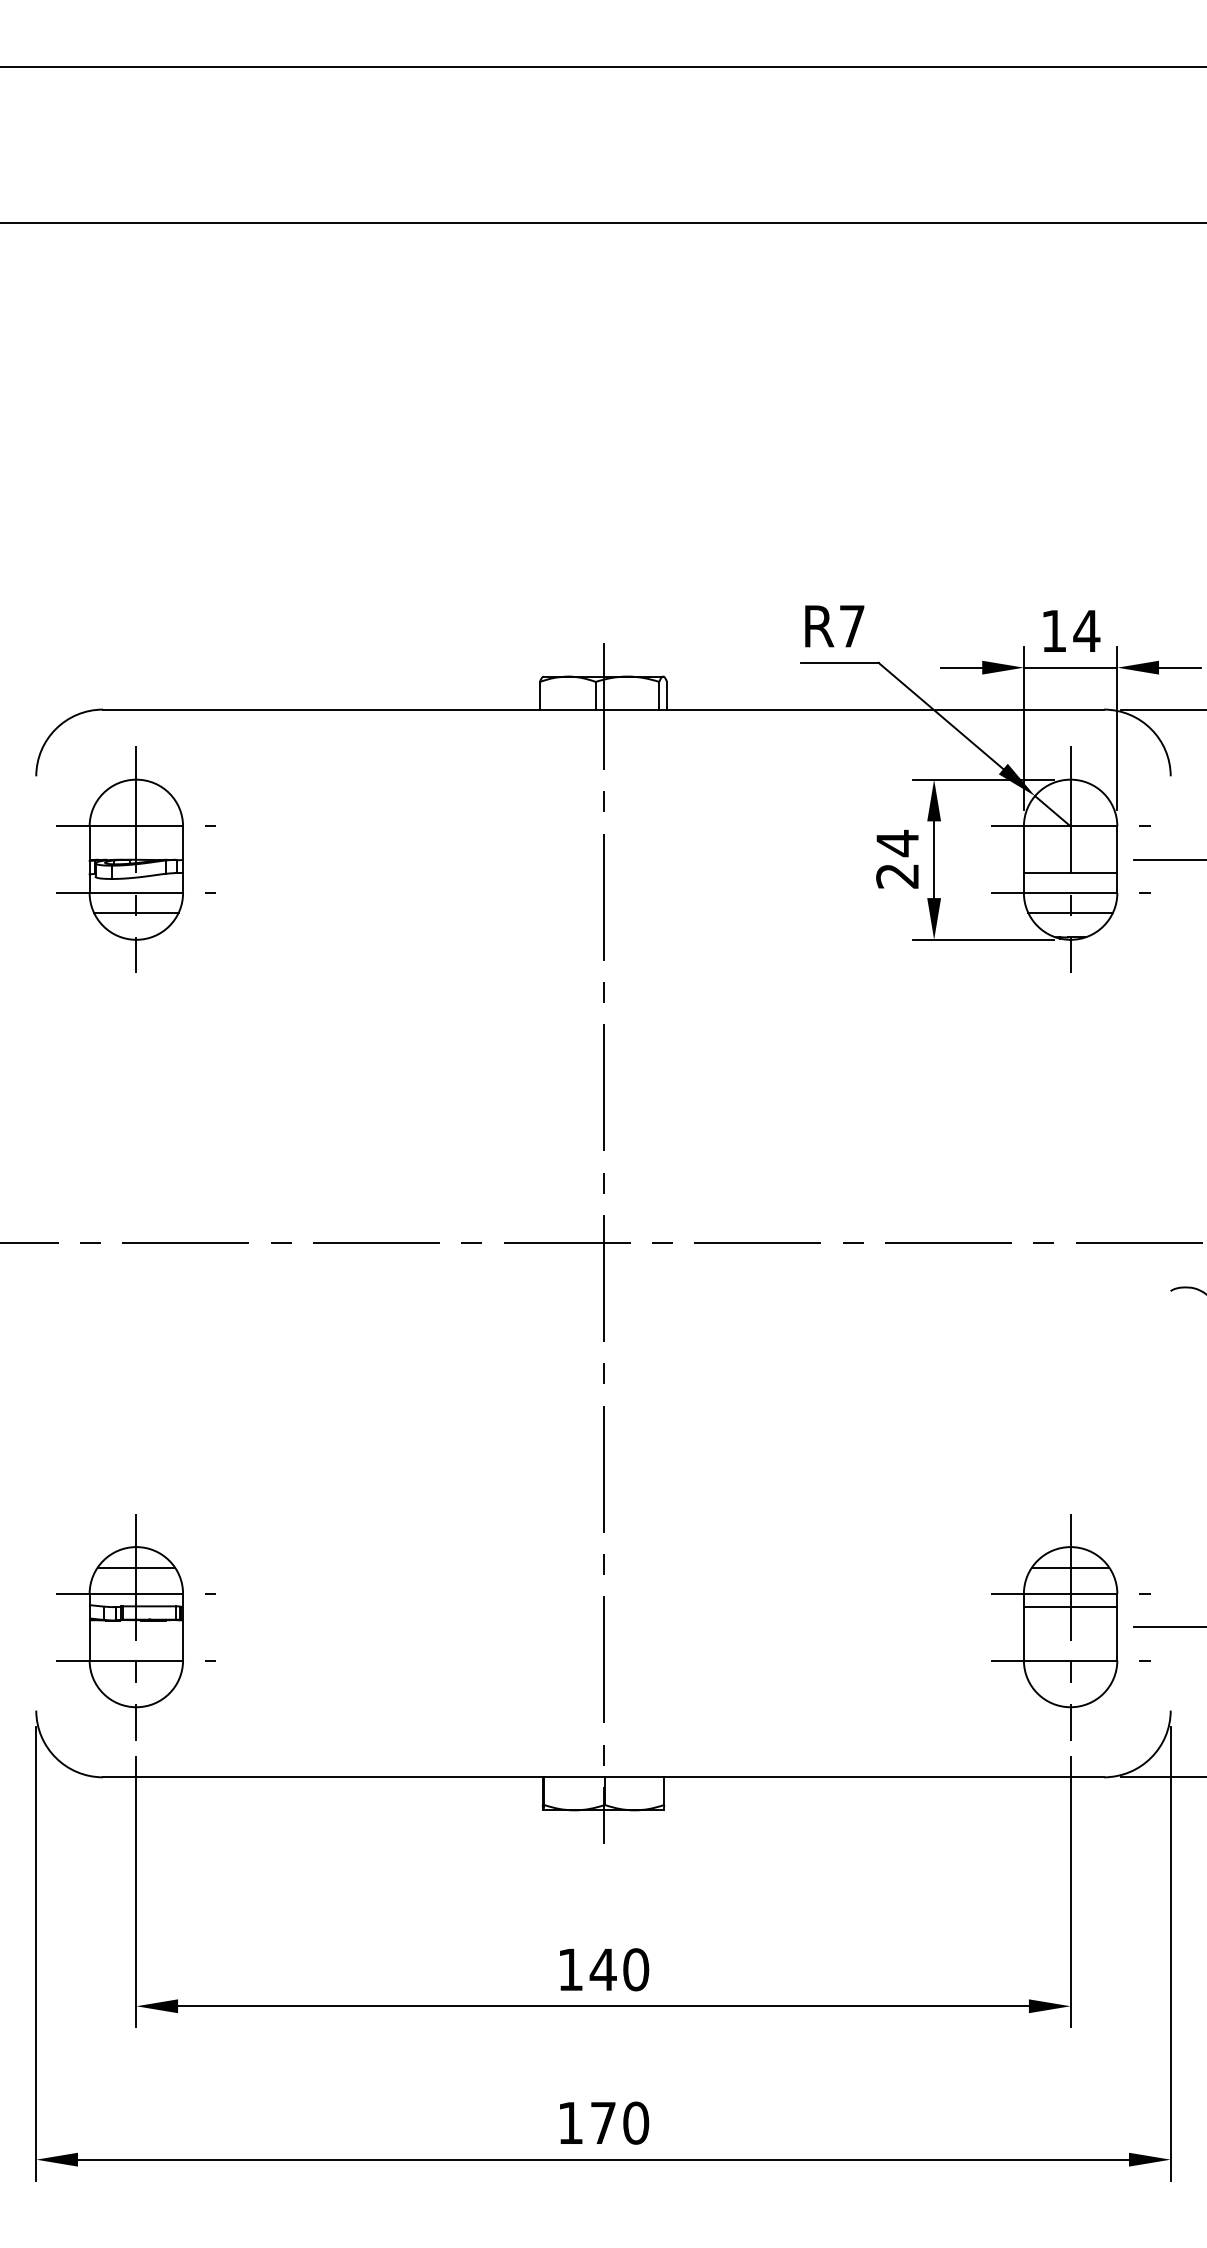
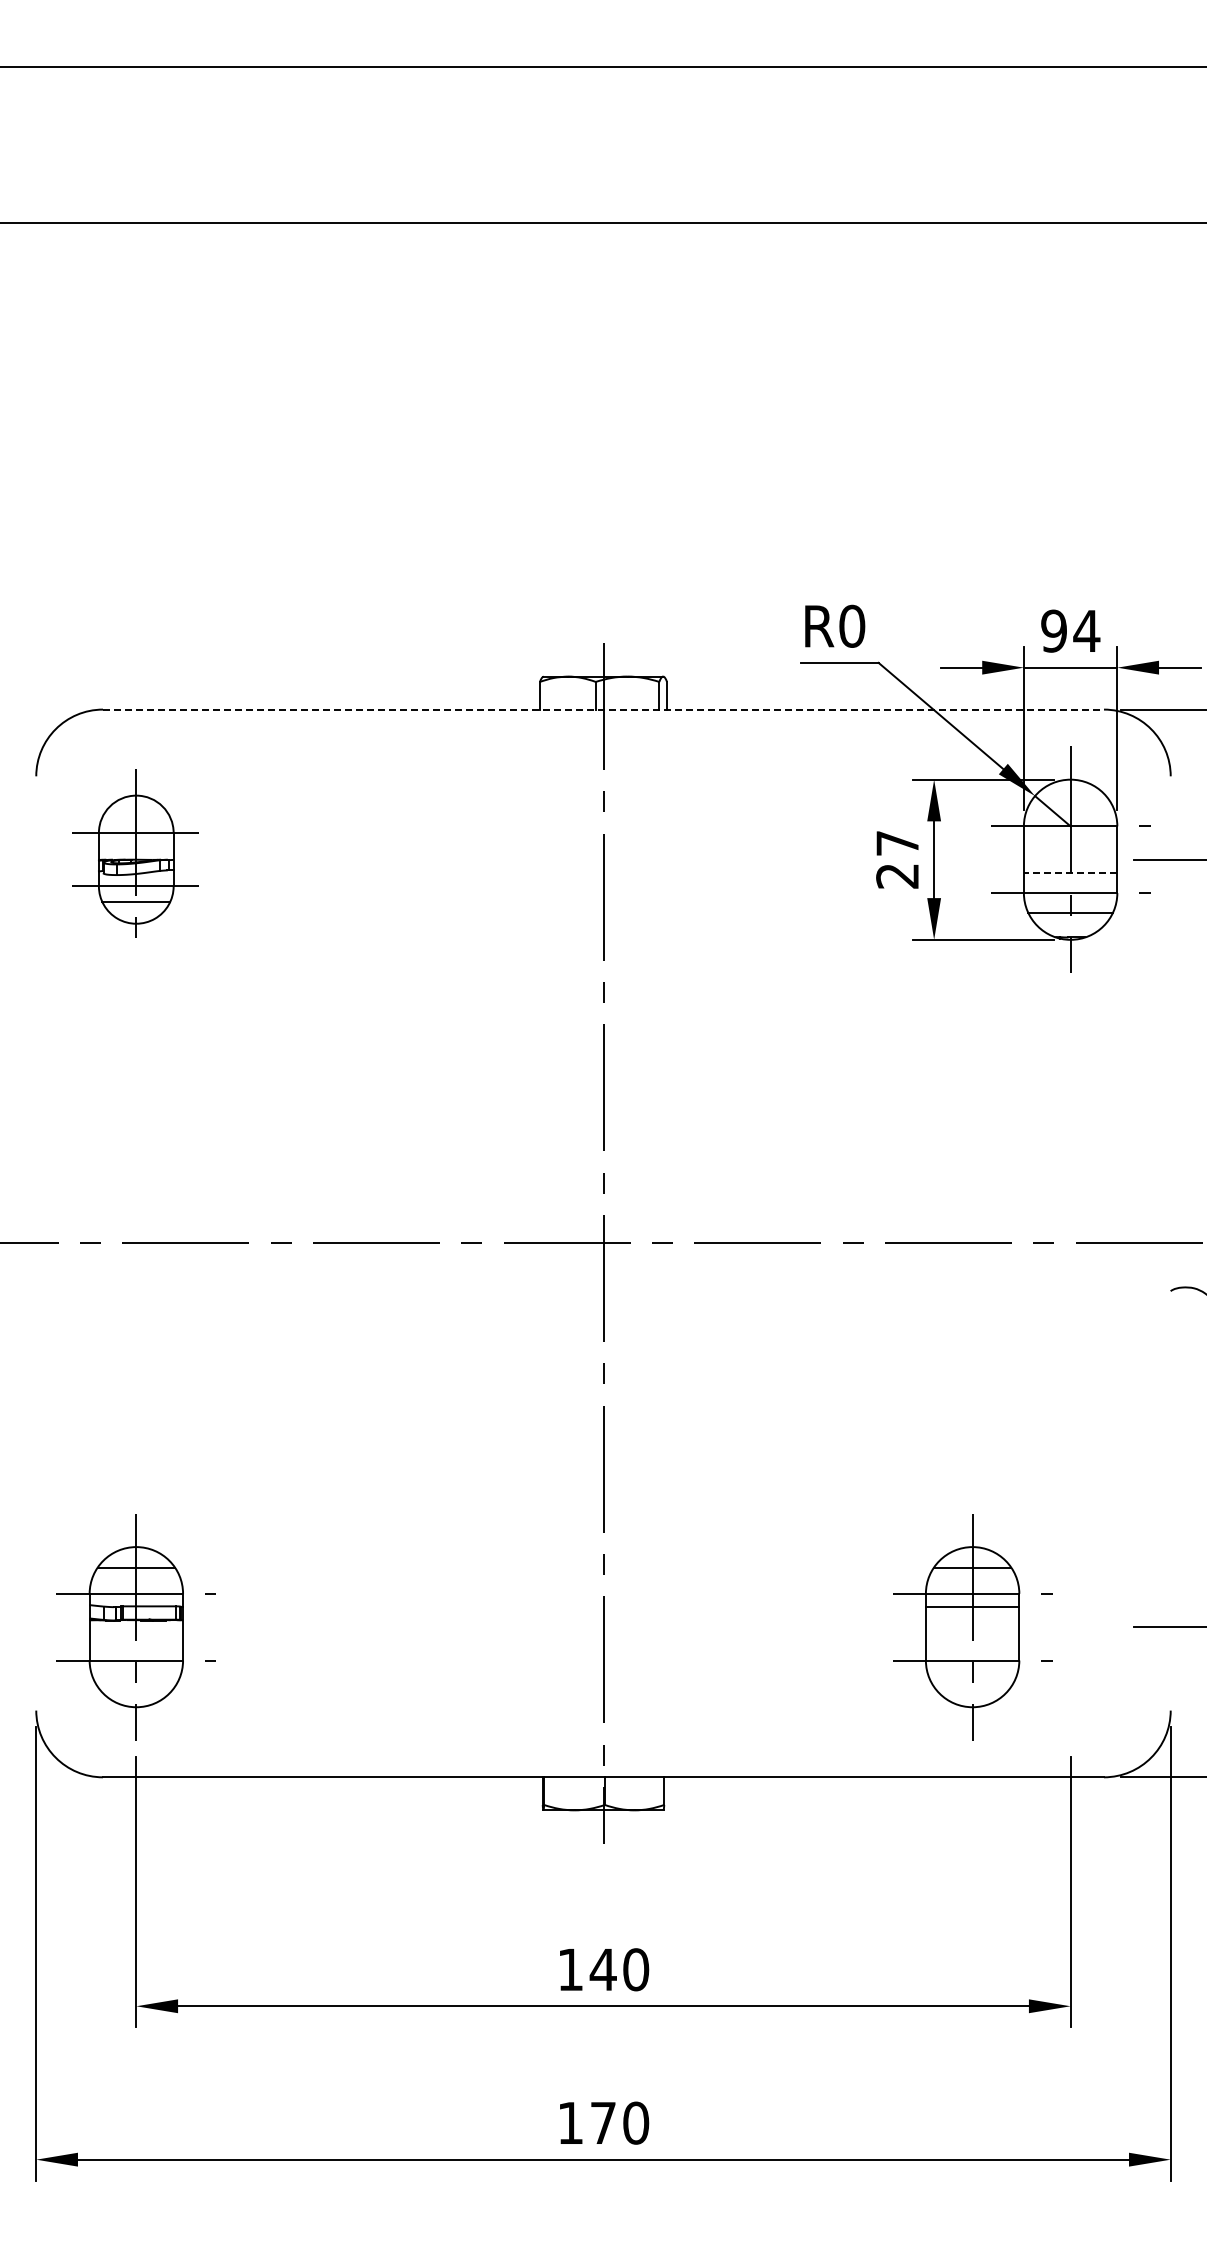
text at (852, 625): R7 -> R0
text at (1053, 630): 14 -> 94
line at (604, 709): solid -> dashed
text at (897, 843): 24 -> 27
part at (135, 859) size: 160x227 px -> 127x169 px
line at (1070, 873): solid -> dashed
part at (1070, 1627) position: (1070, 1627) -> (972, 1627)
